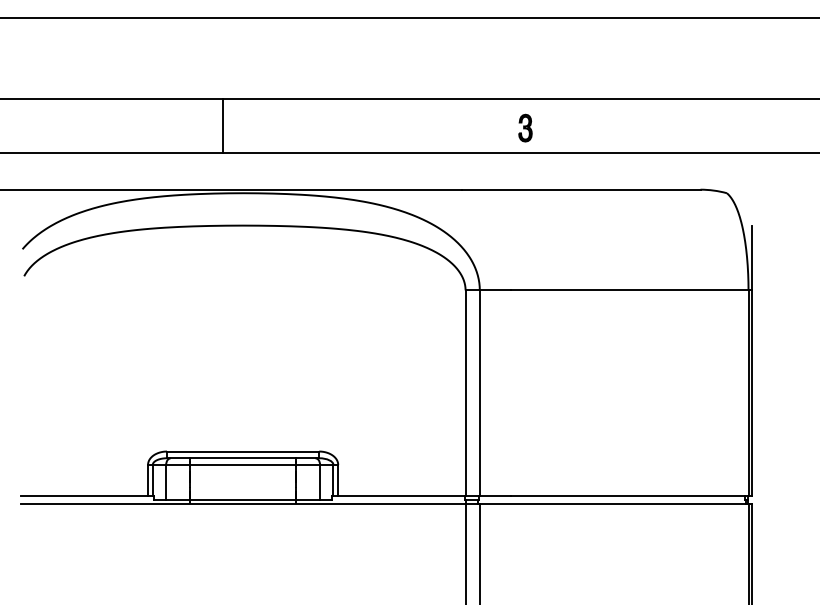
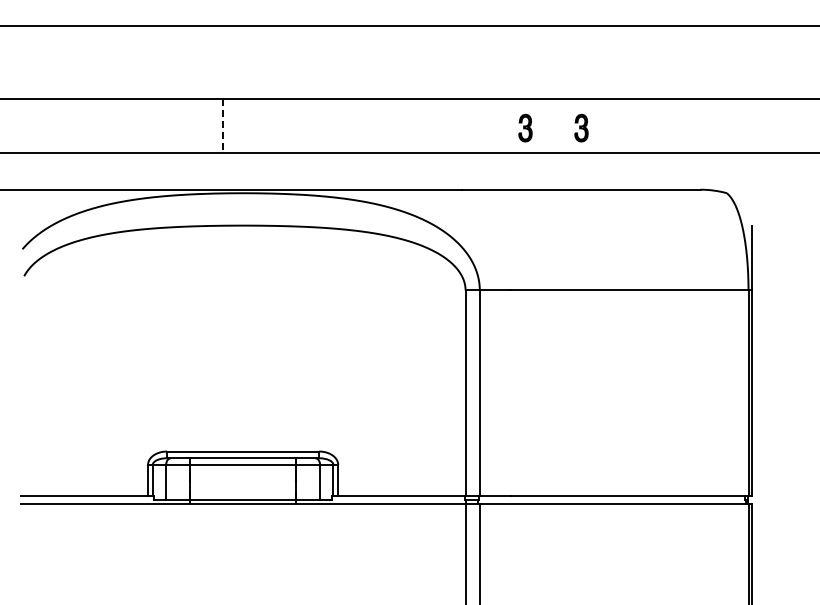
line at (409, 18) position: (409, 18) -> (409, 26)
line at (223, 125): solid -> dashed
part at (581, 127): none -> present
